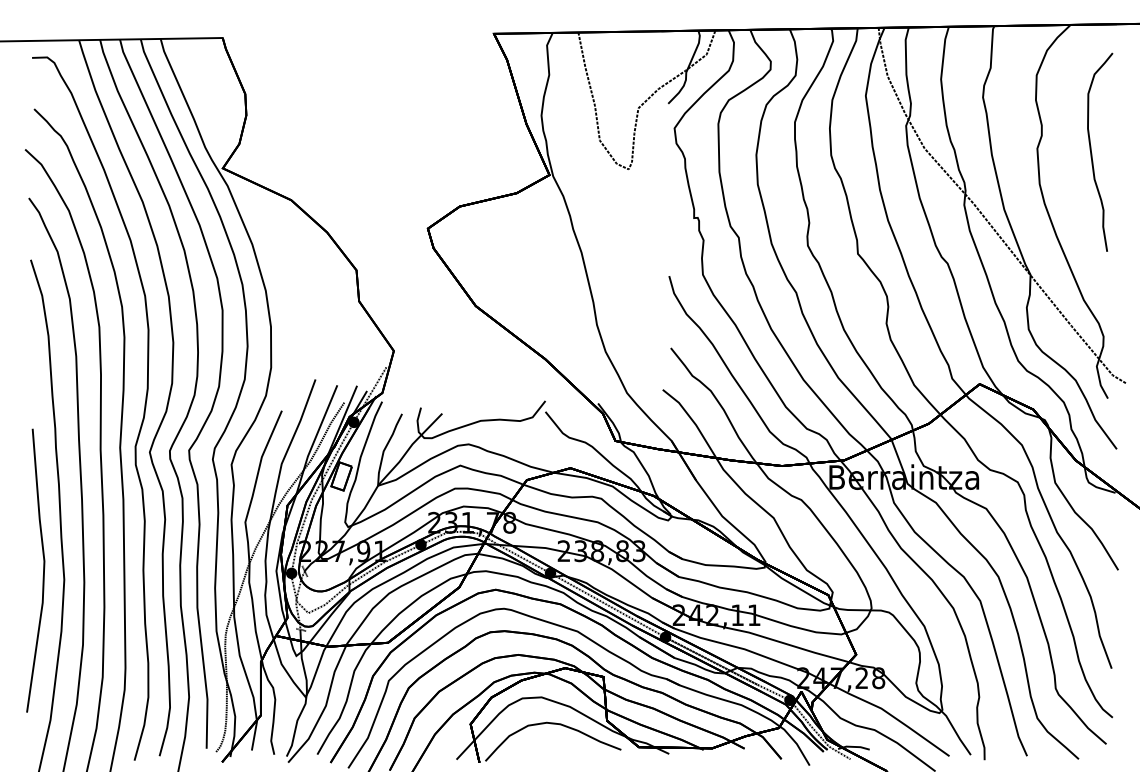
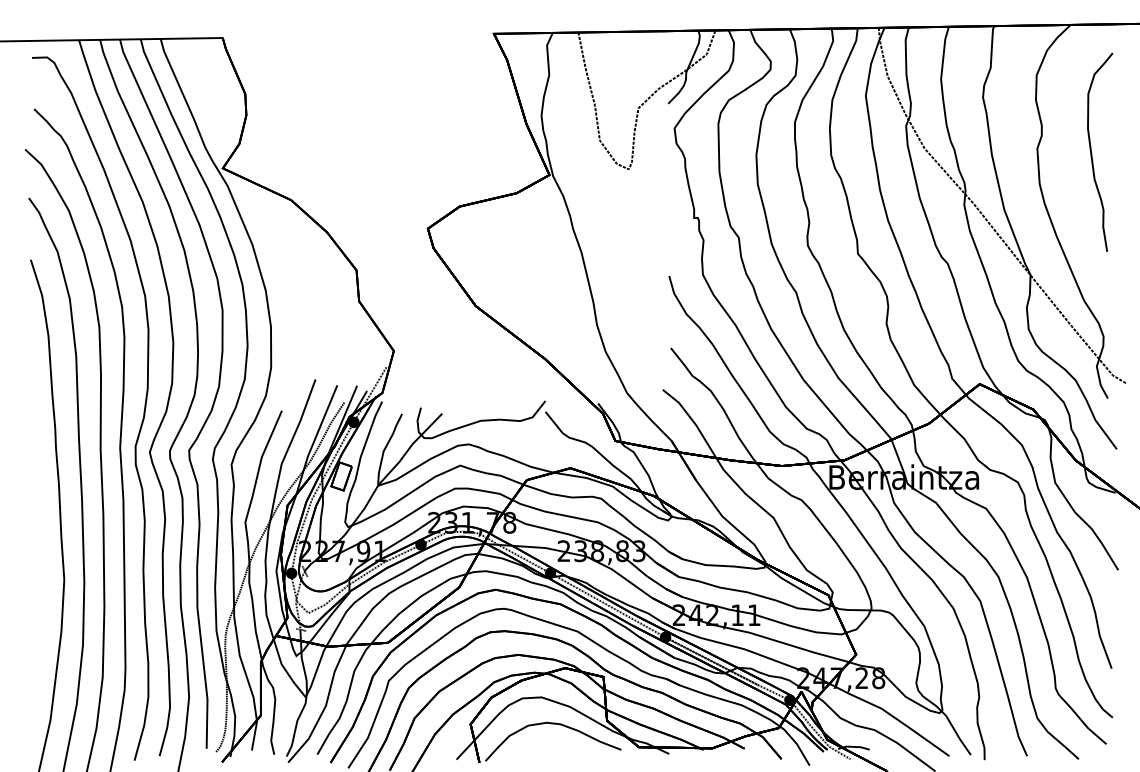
part at (43, 570): present -> none
